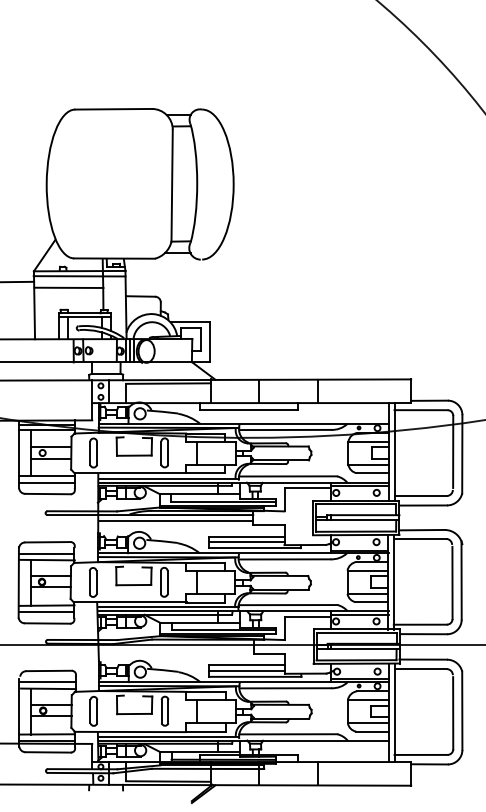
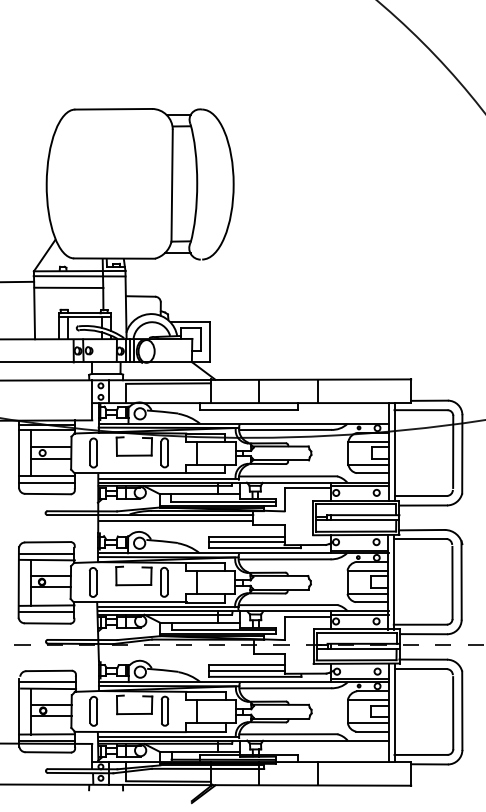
line at (243, 644): solid -> dashed
